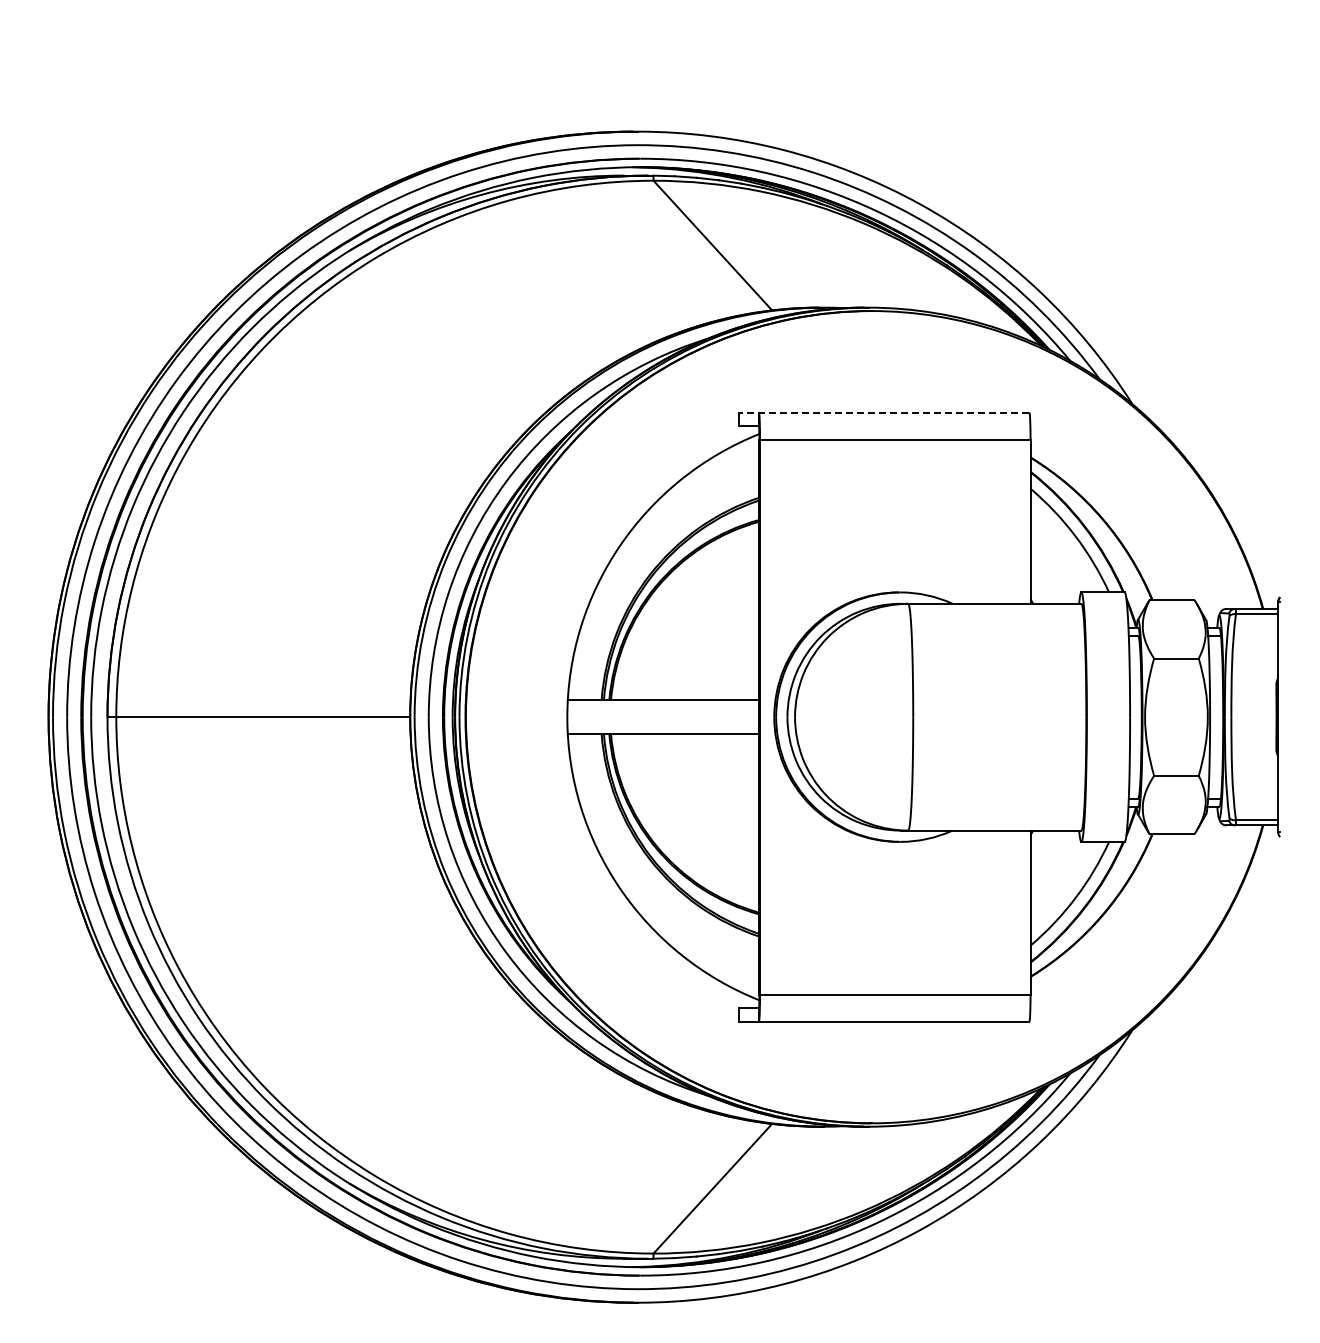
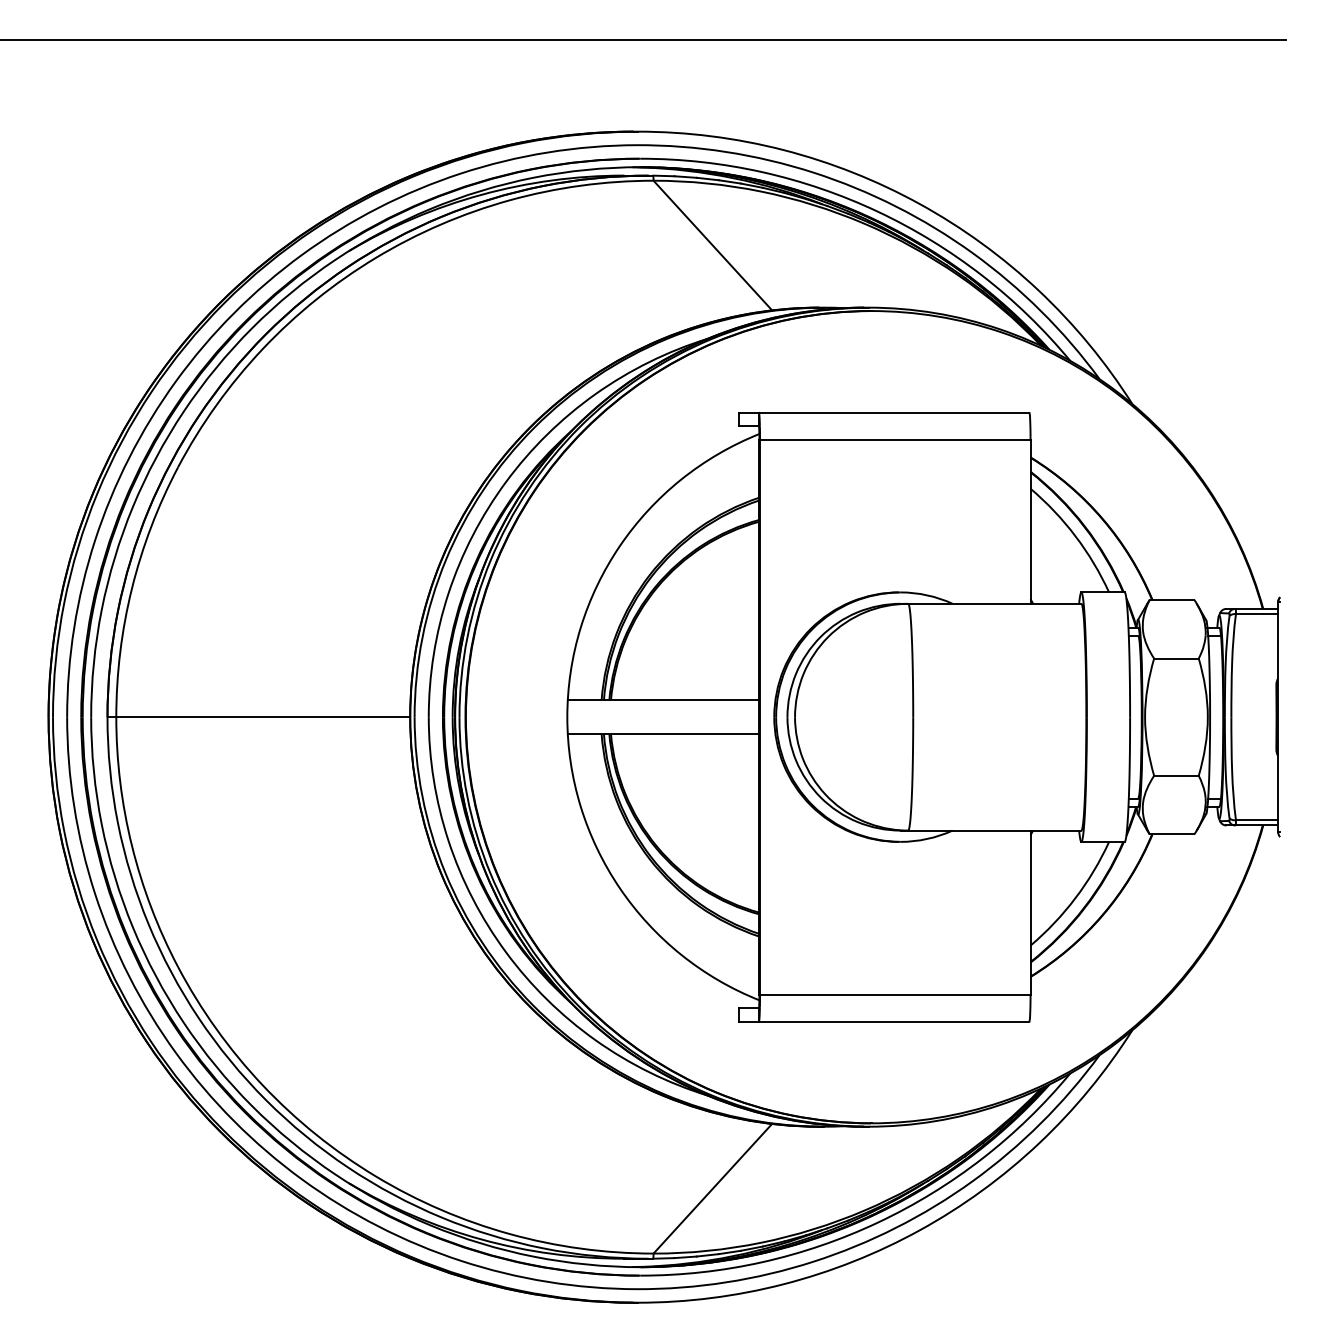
line at (643, 40): none -> present
line at (884, 412): dashed -> solid
